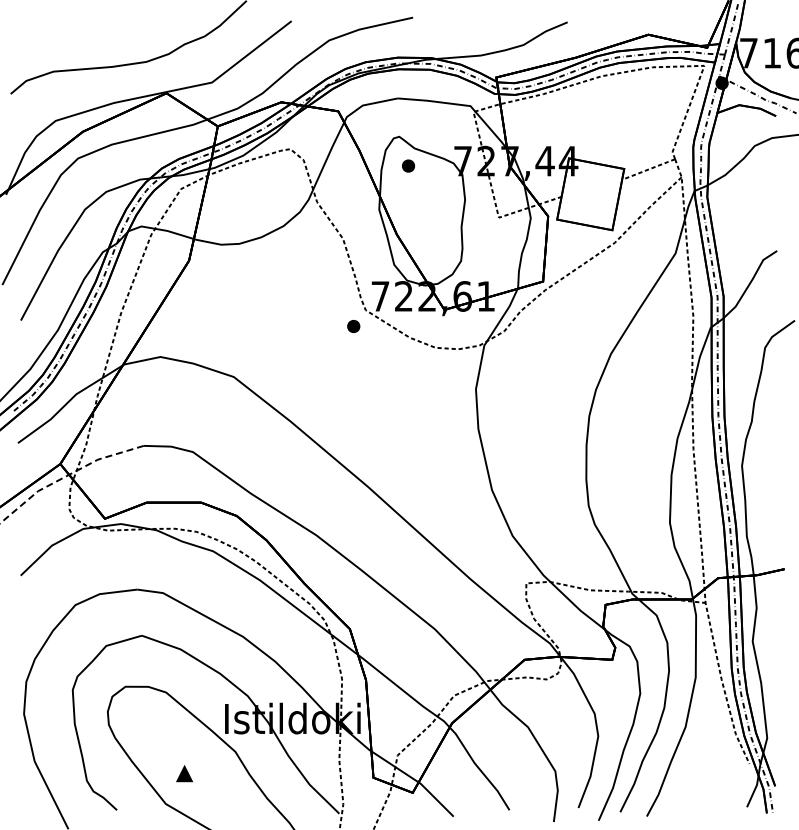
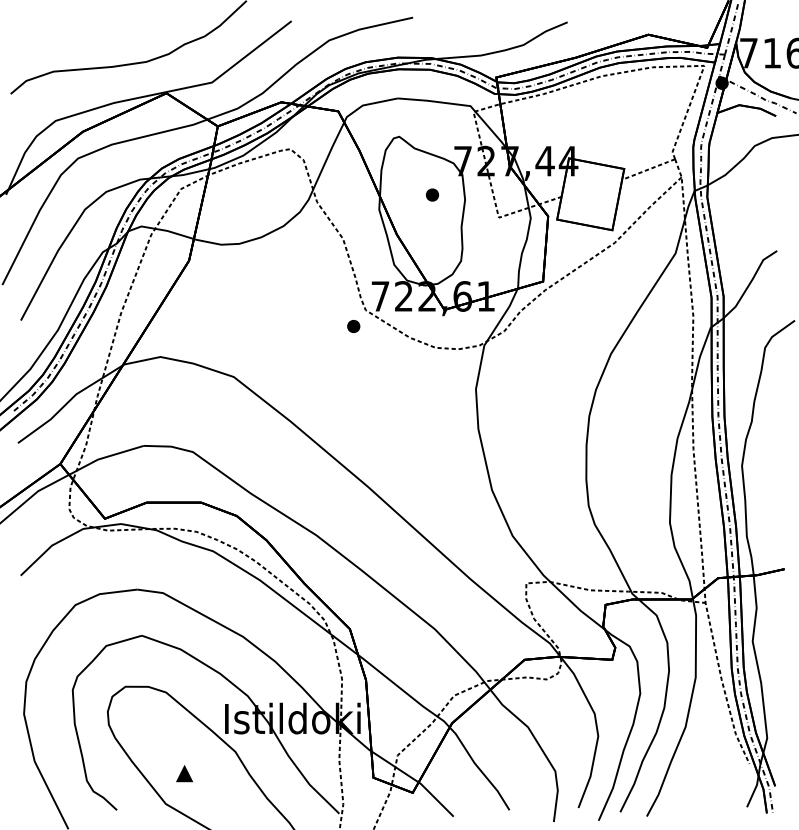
part at (408, 165) position: (408, 165) -> (432, 194)
line at (67, 475): dashed -> solid
